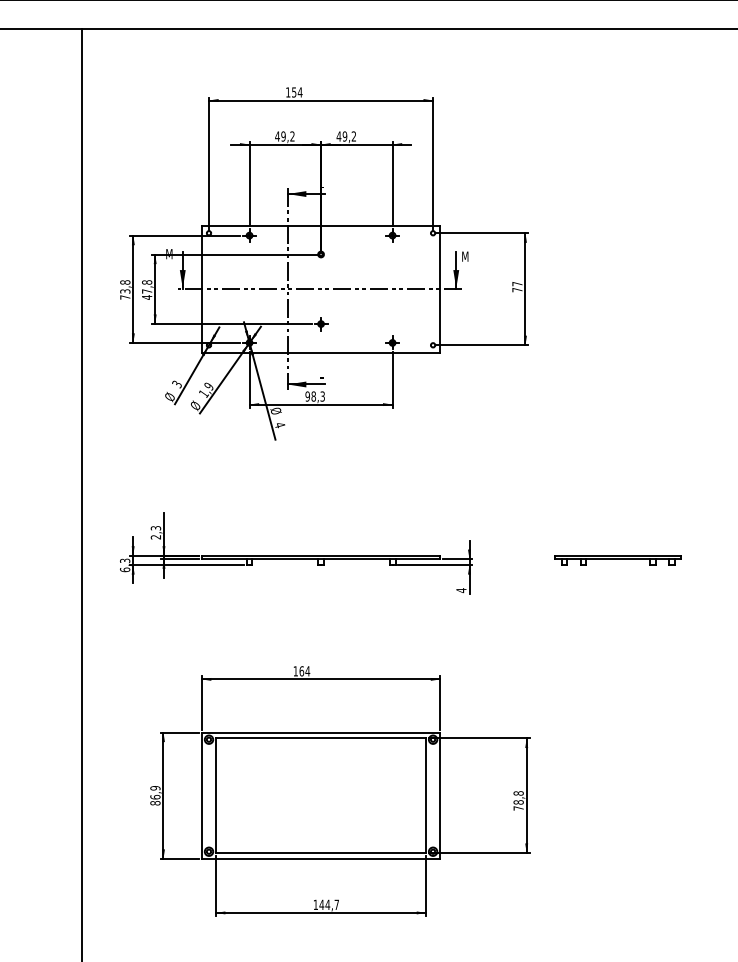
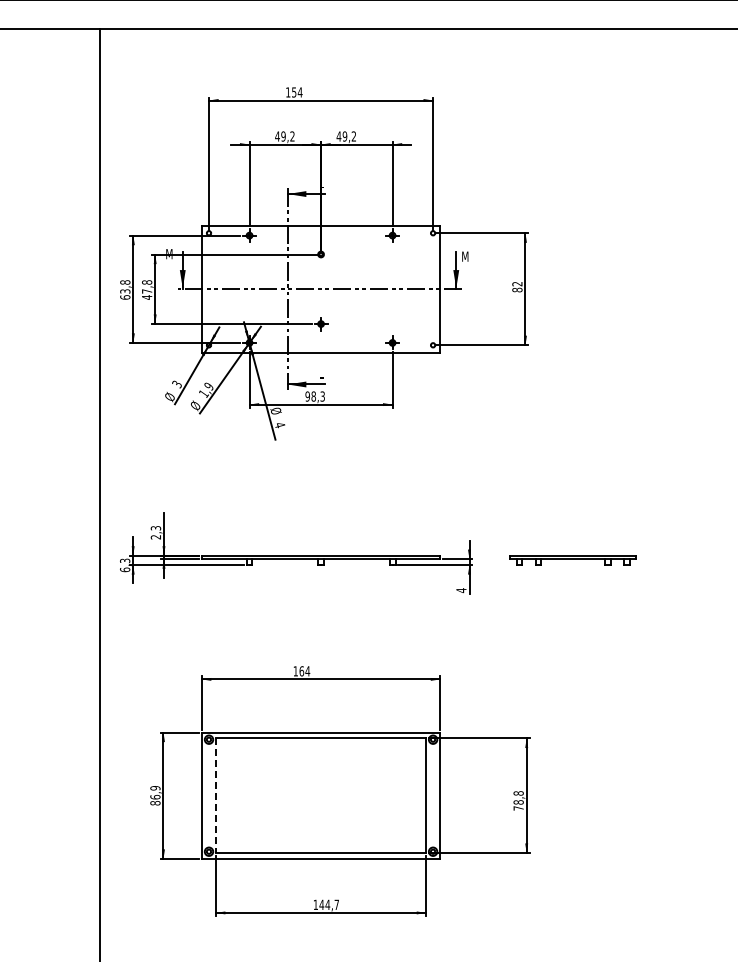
text at (517, 287): 77 -> 82
text at (125, 297): 73,8 -> 63,8
line at (82, 493) position: (82, 493) -> (100, 493)
part at (617, 560) position: (617, 560) -> (572, 560)
line at (215, 796): solid -> dashed
